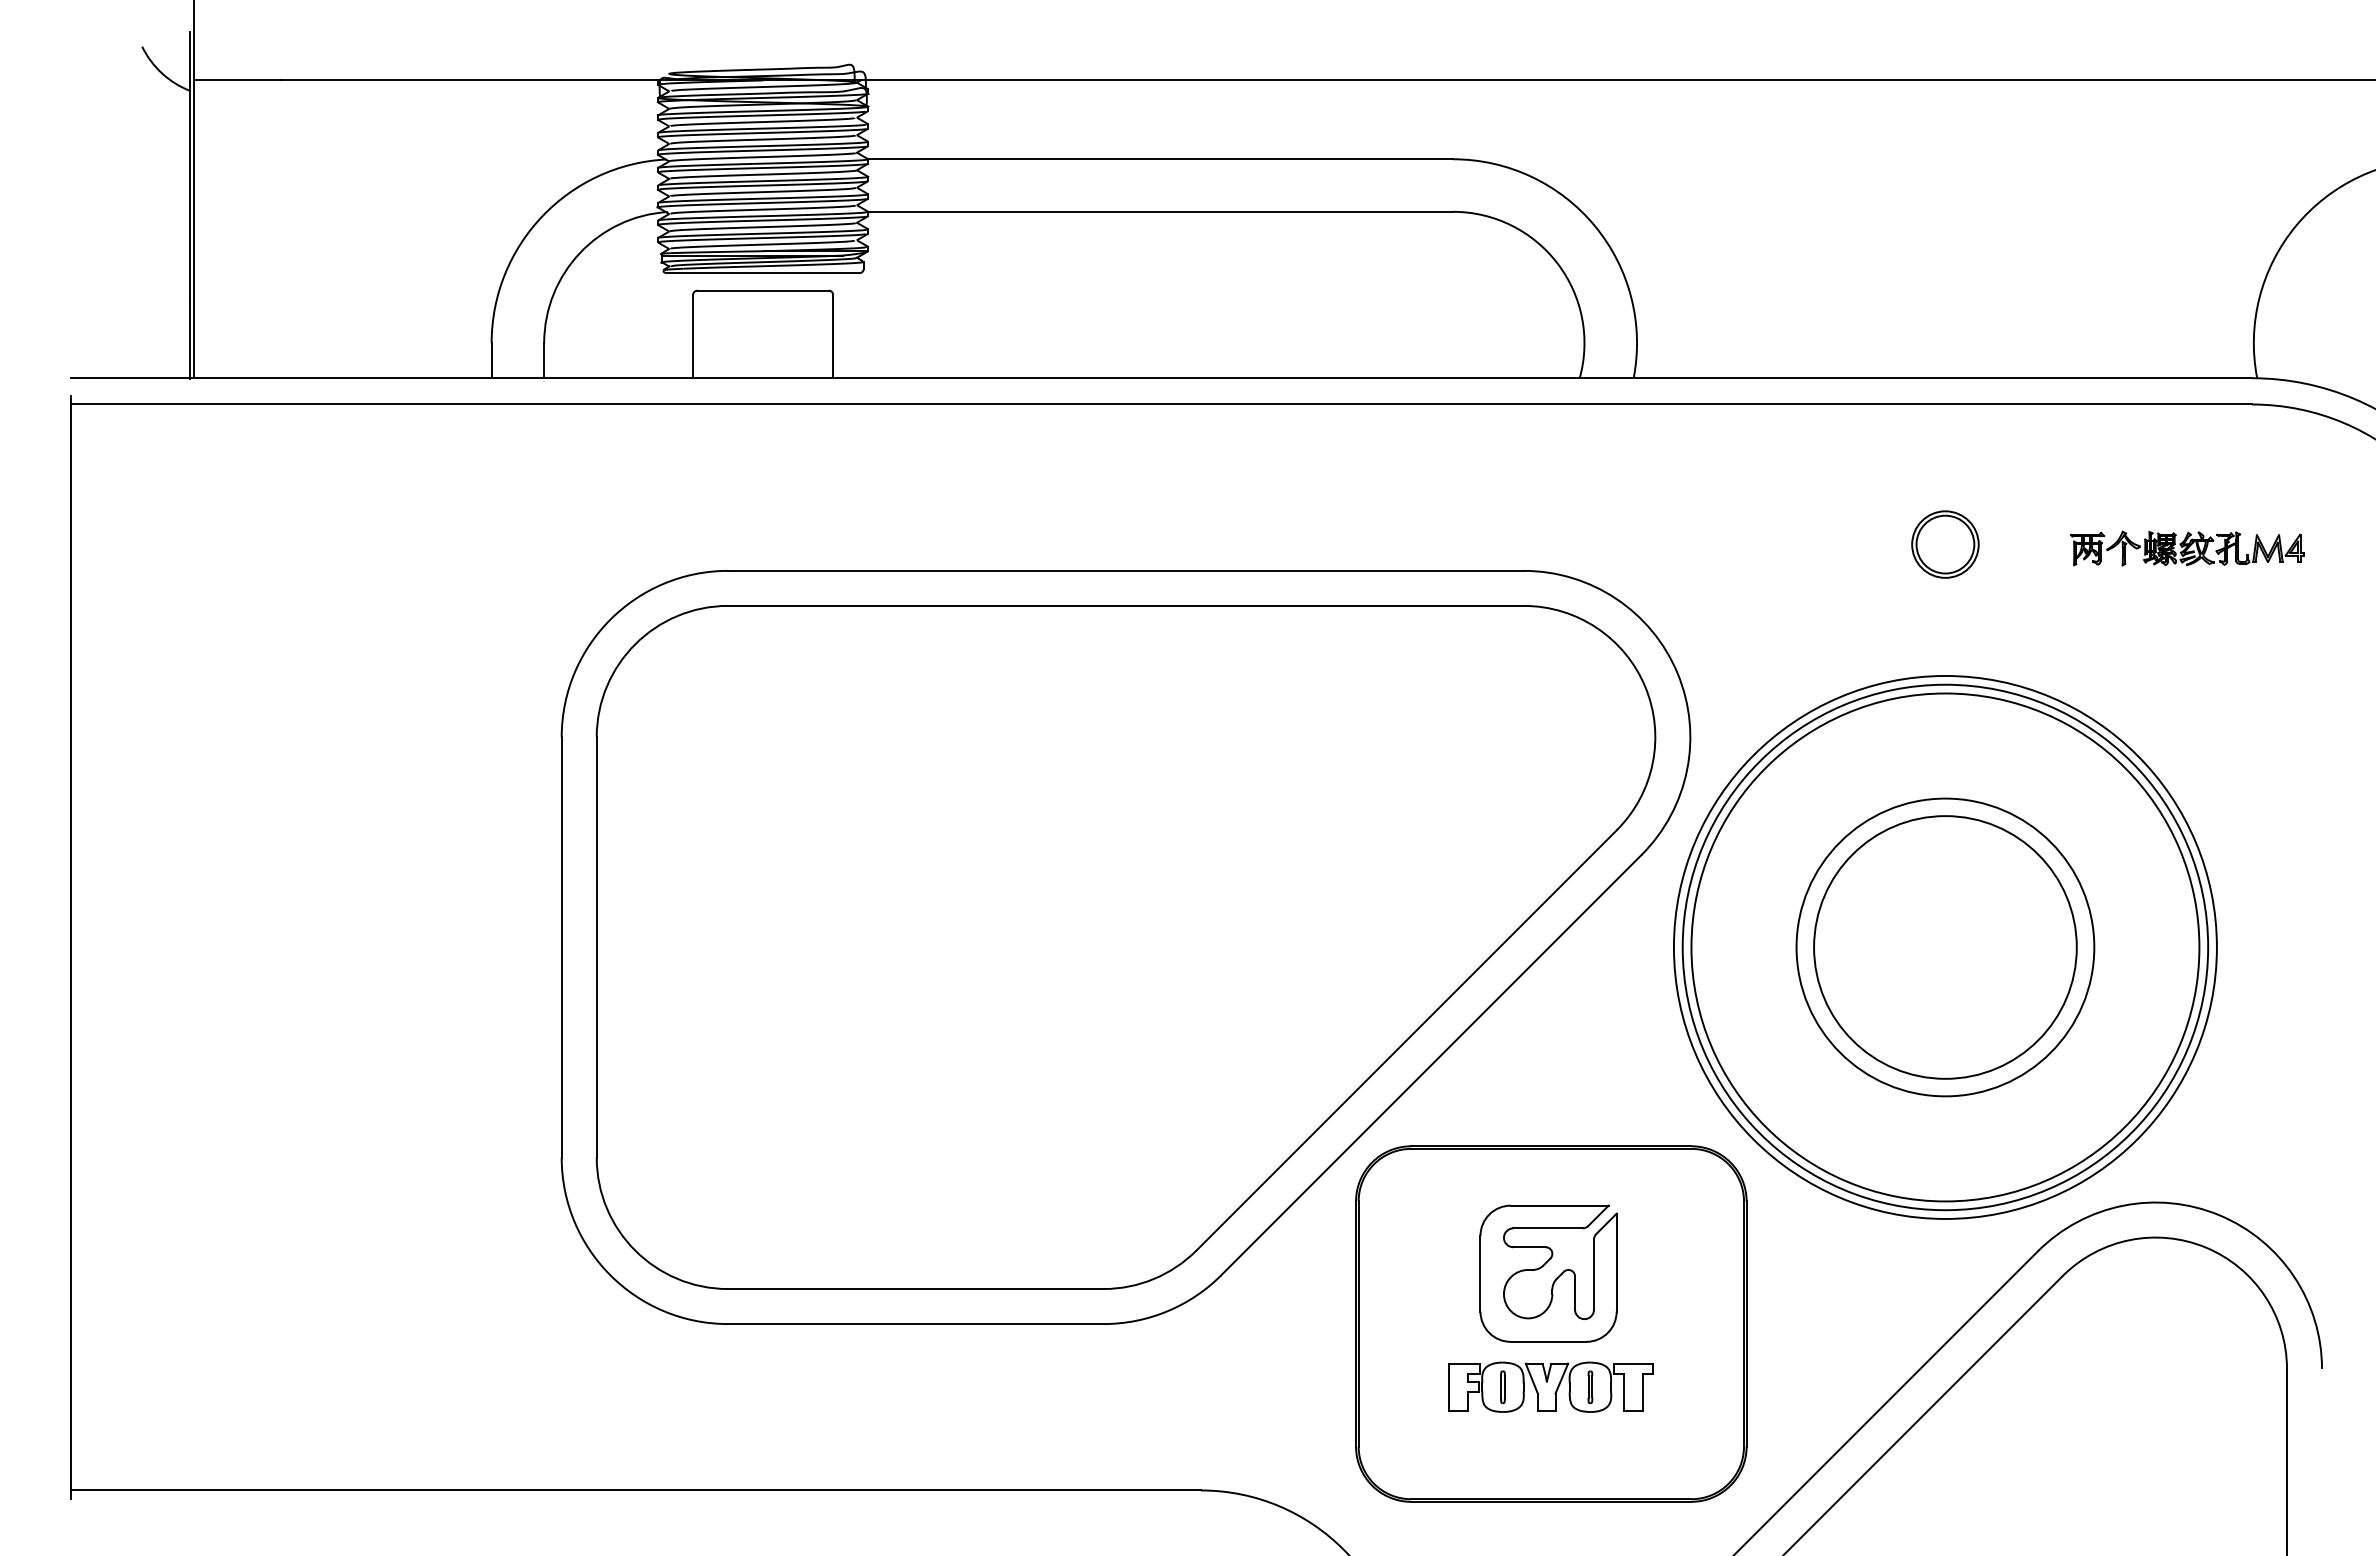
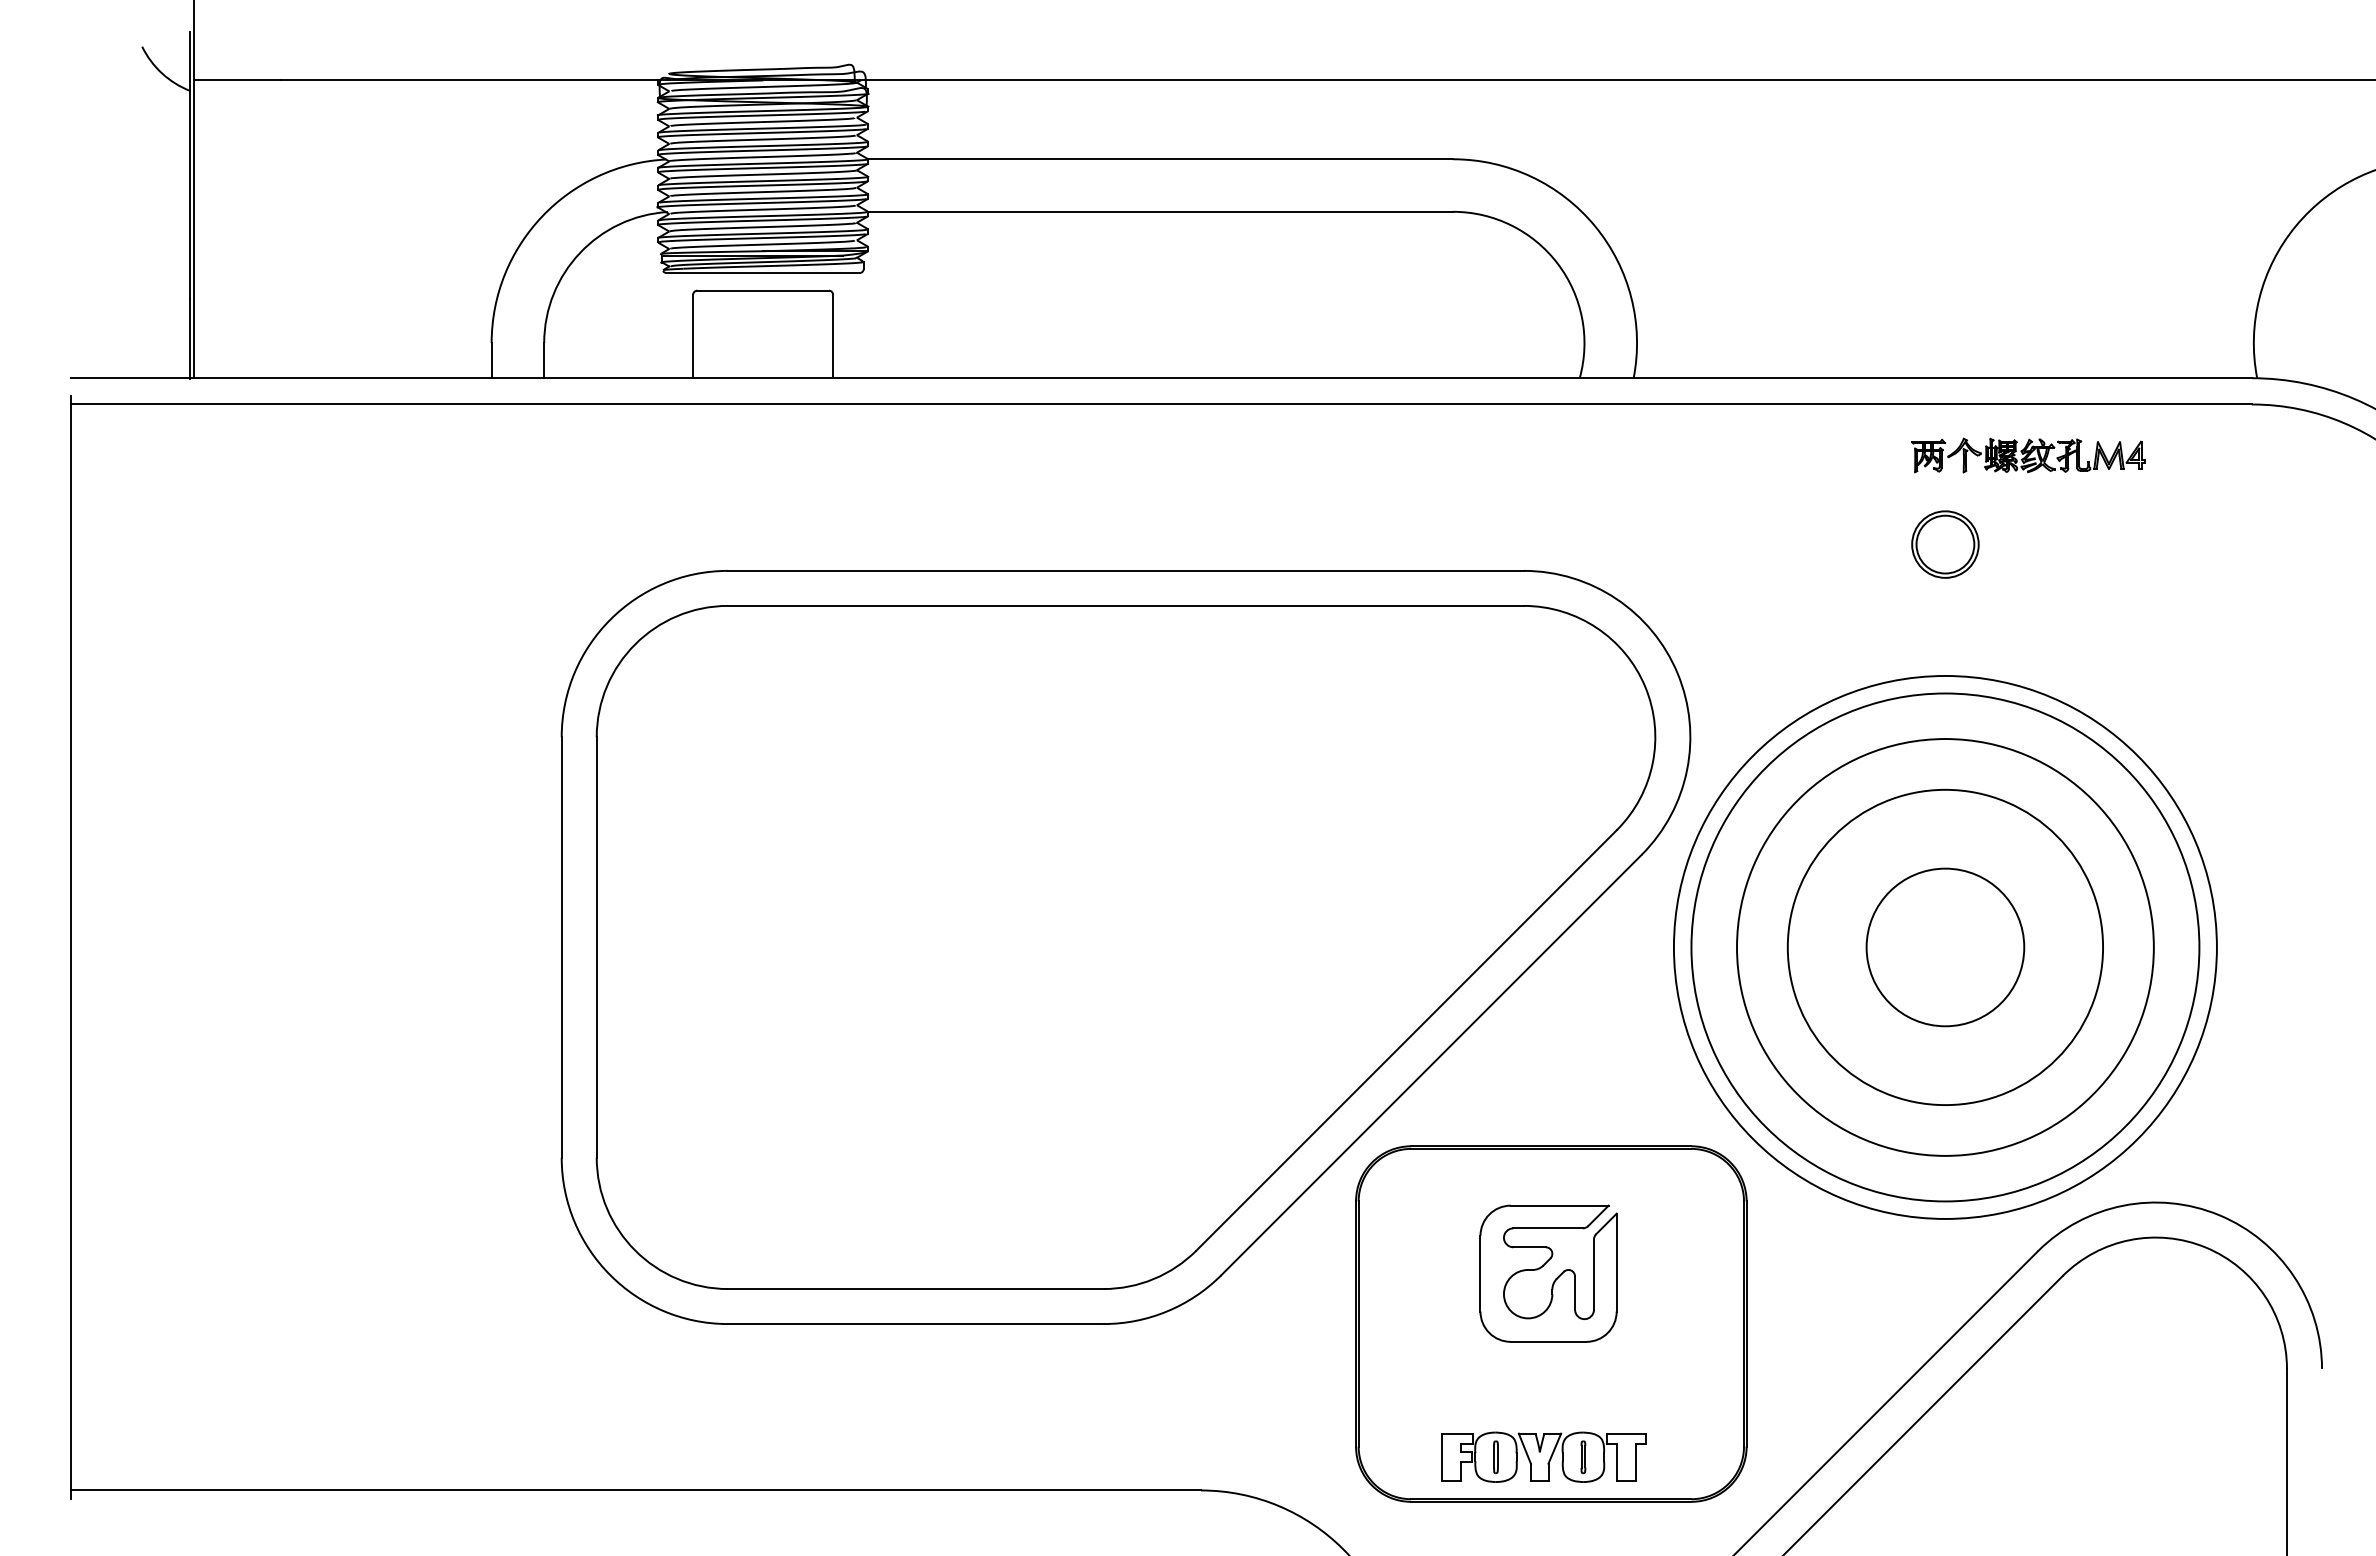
part at (2187, 548) position: (2187, 548) -> (2028, 455)
circle at (1945, 947) diameter: 263 px -> 158 px
circle at (1945, 947) diameter: 298 px -> 417 px
circle at (1945, 947) diameter: 525 px -> 315 px
part at (1550, 1386) position: (1550, 1386) -> (1543, 1456)
